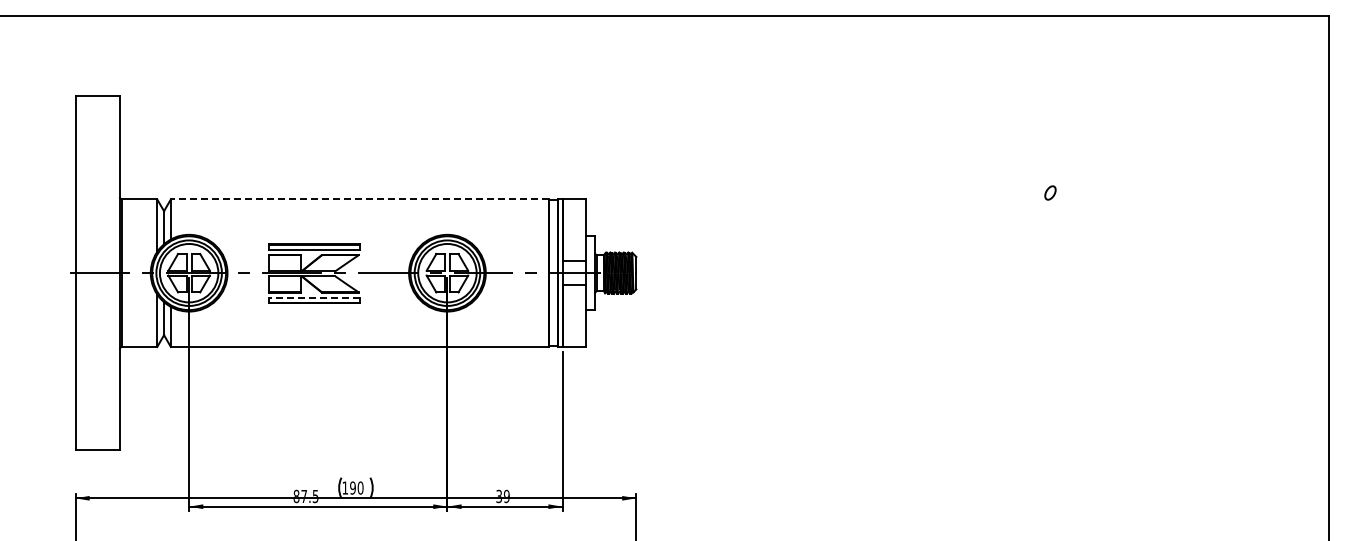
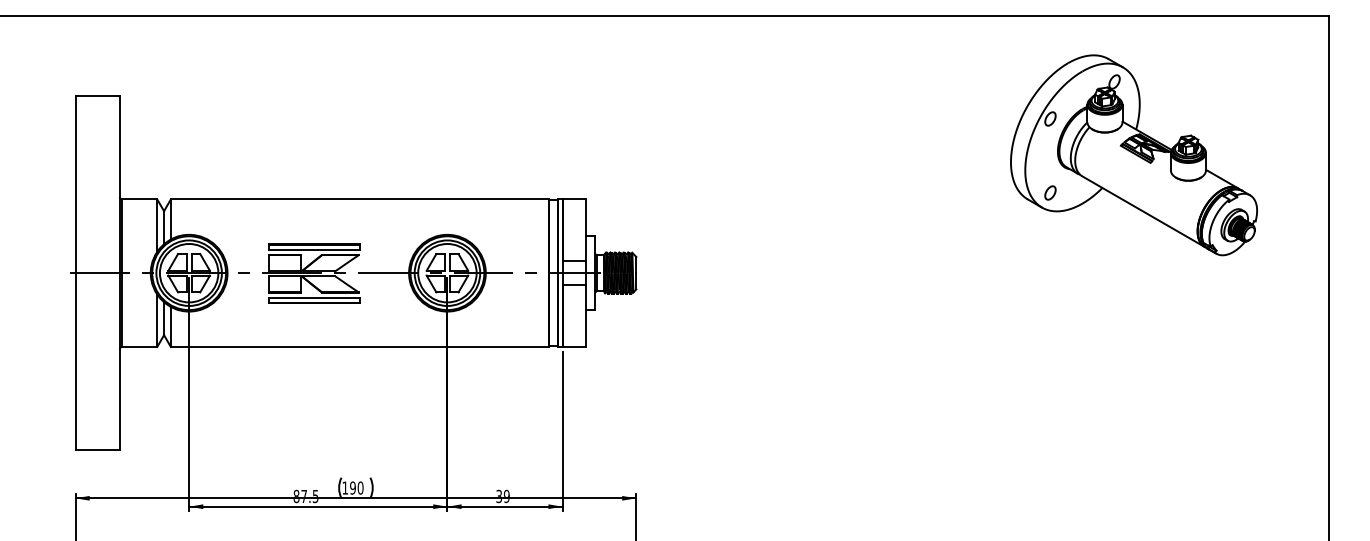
part at (1133, 155): none -> present
line at (359, 199): dashed -> solid
line at (314, 297): dashed -> solid
